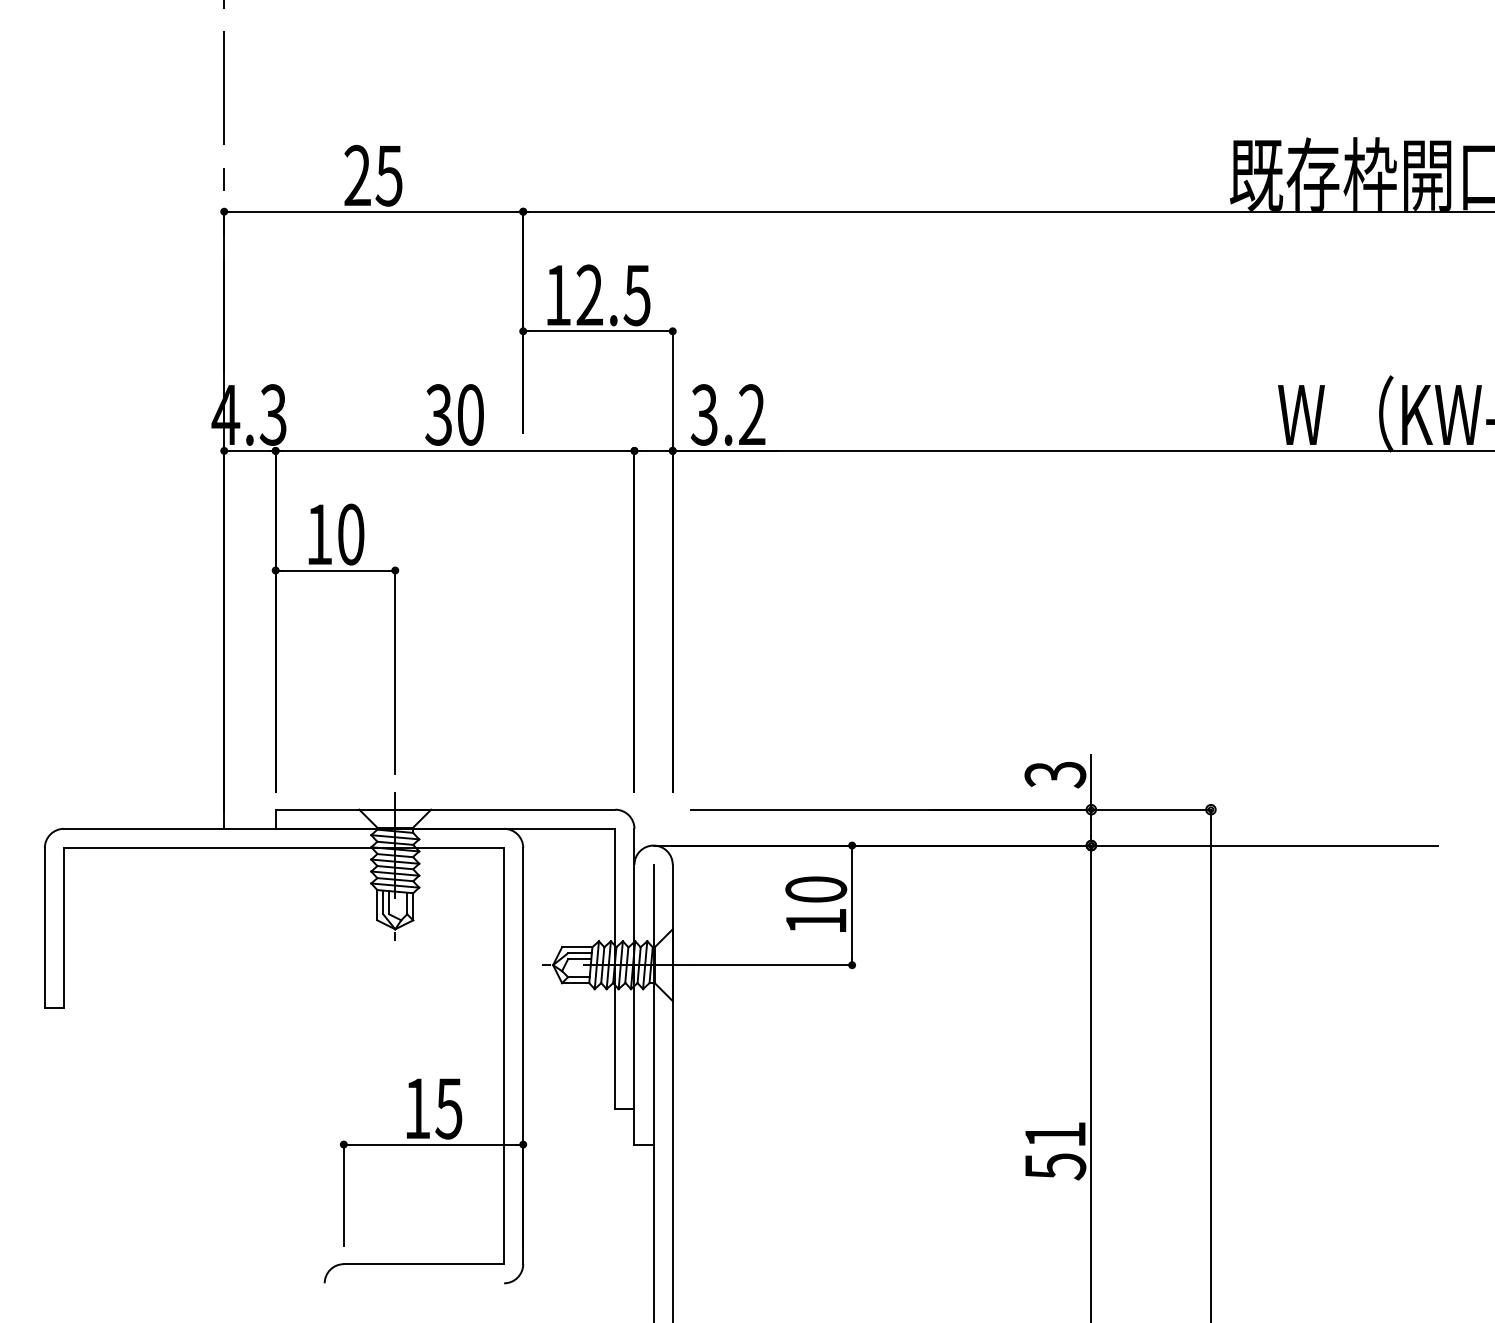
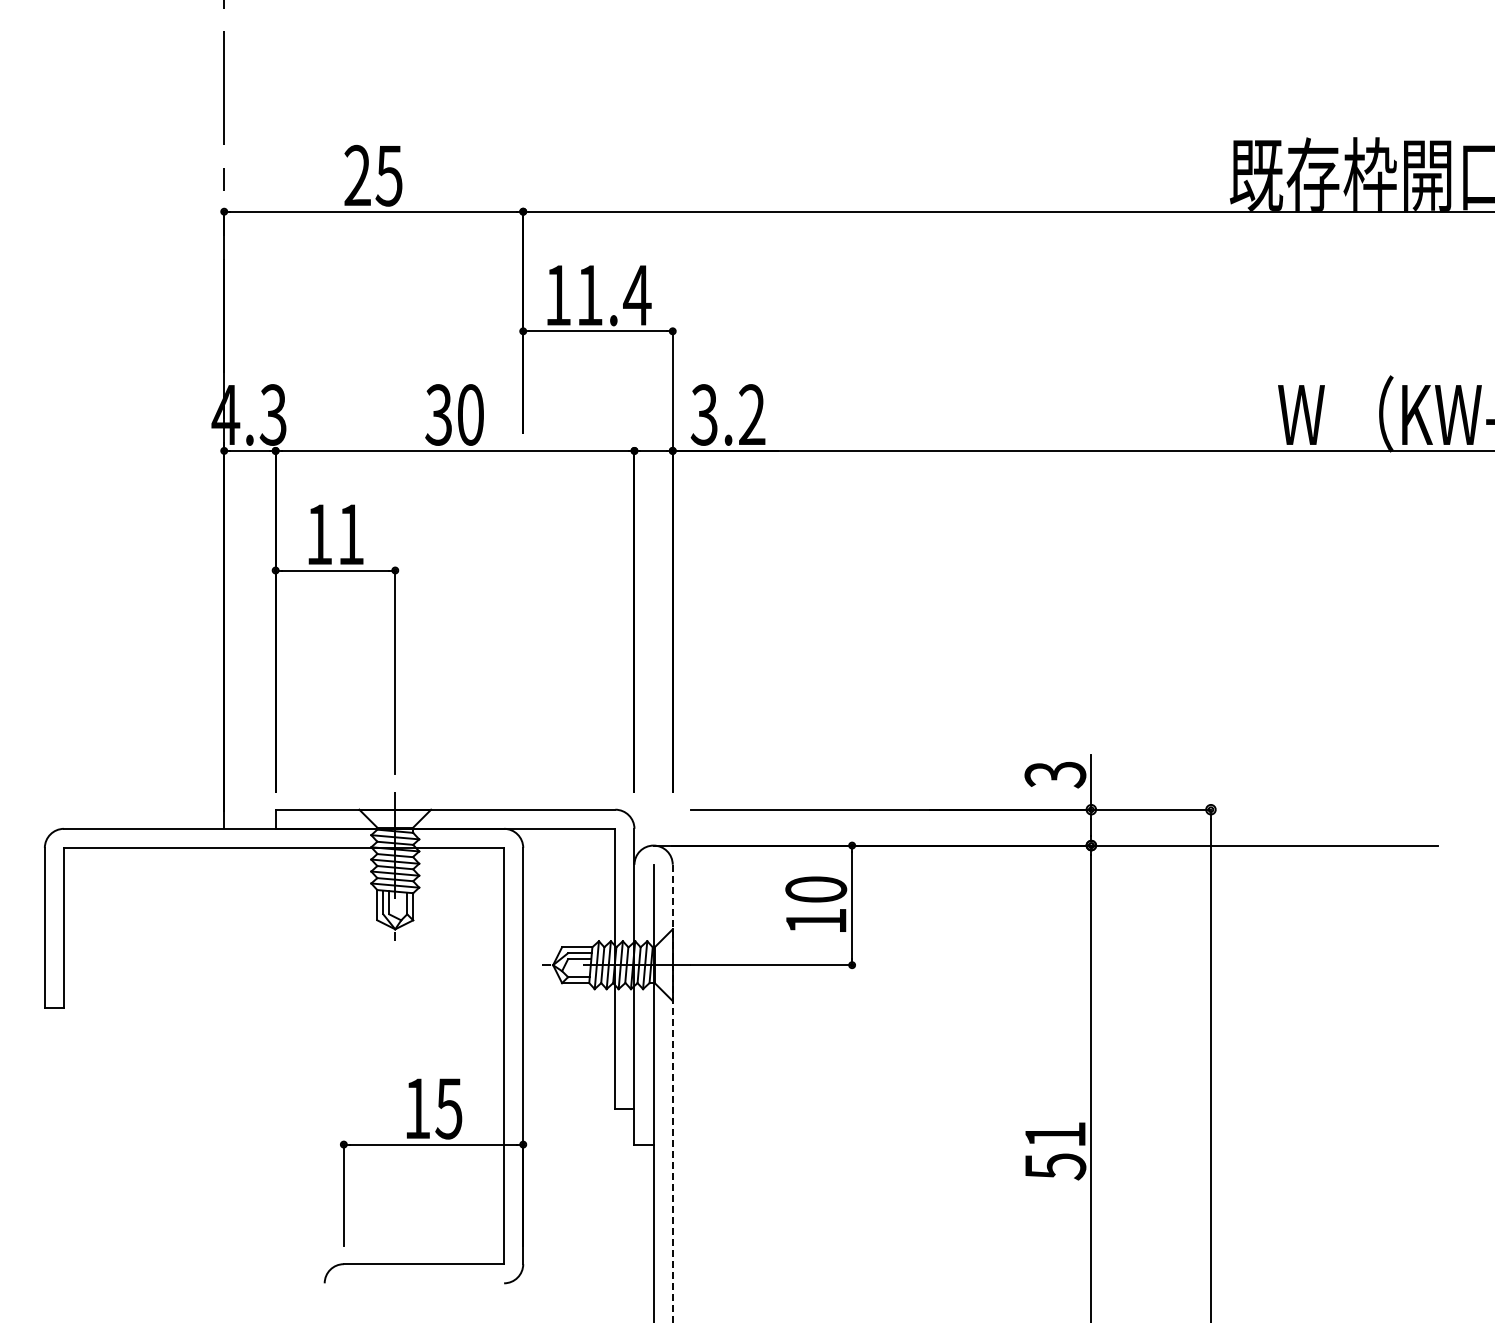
text at (613, 295): 12.5 -> 11.4
text at (351, 534): 10 -> 11
line at (672, 1093): solid -> dashed
